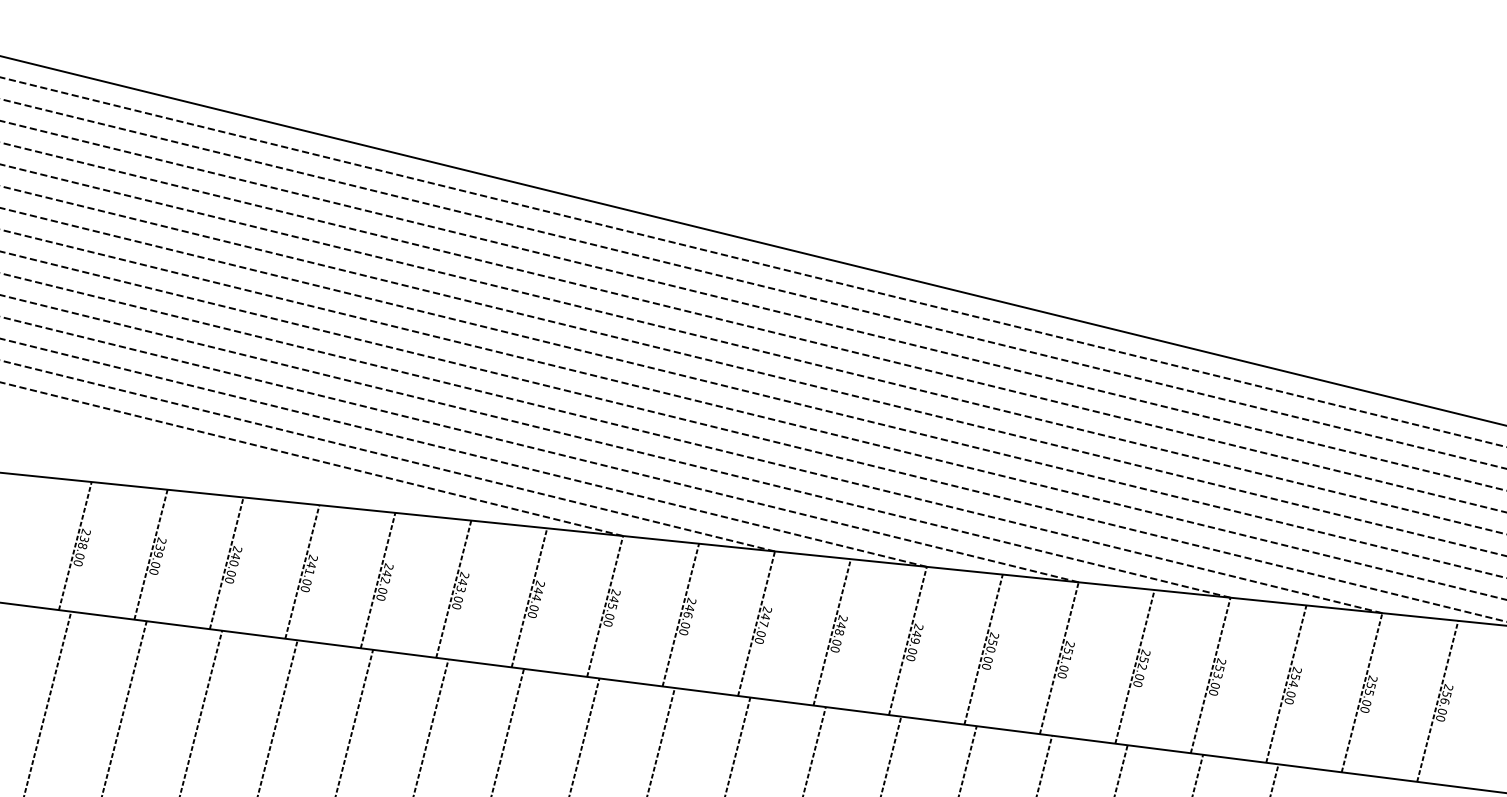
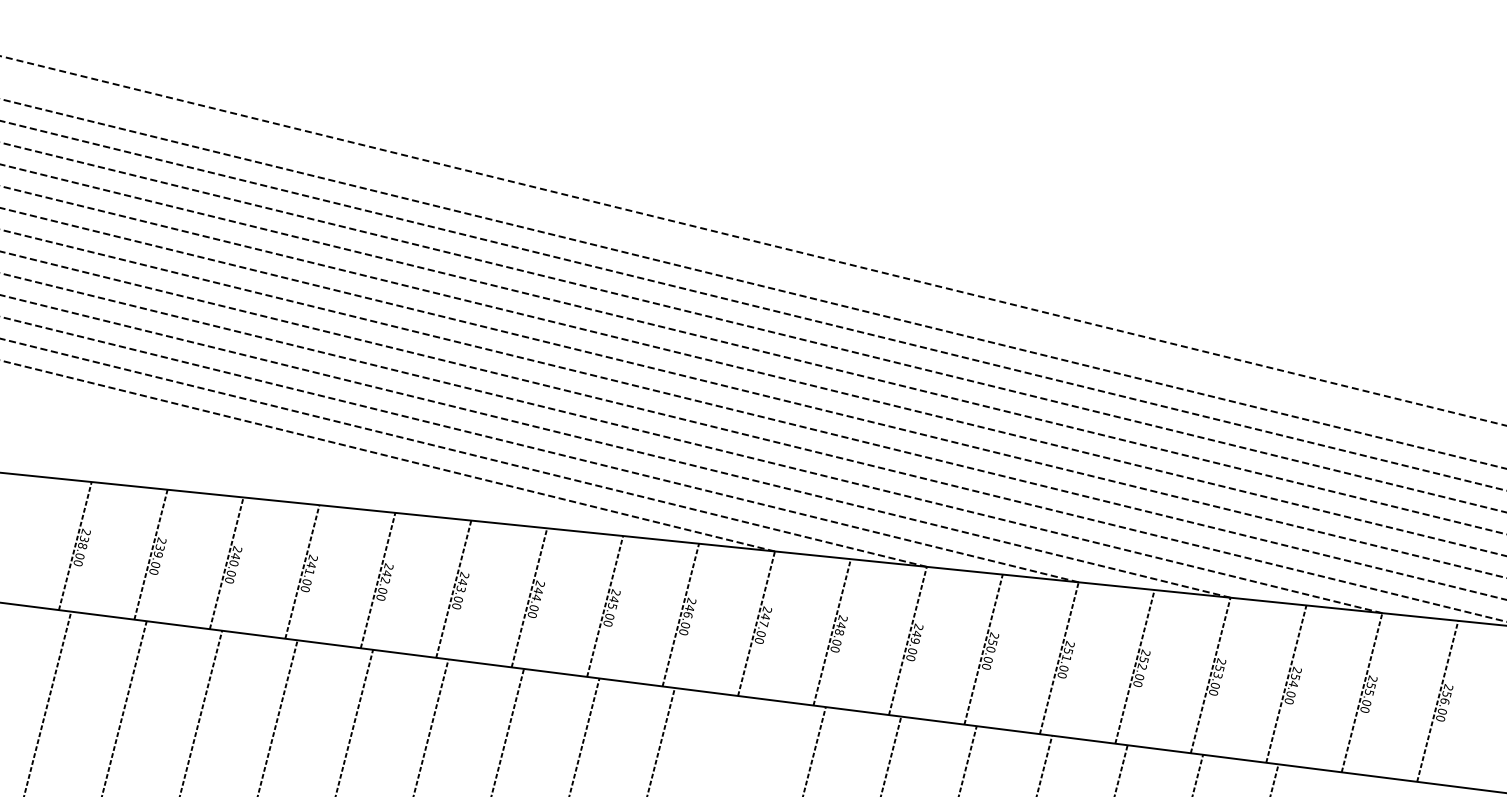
line at (753, 240): solid -> dashed
line at (752, 261): present -> none
line at (312, 459): present -> none
line at (737, 745): present -> none
